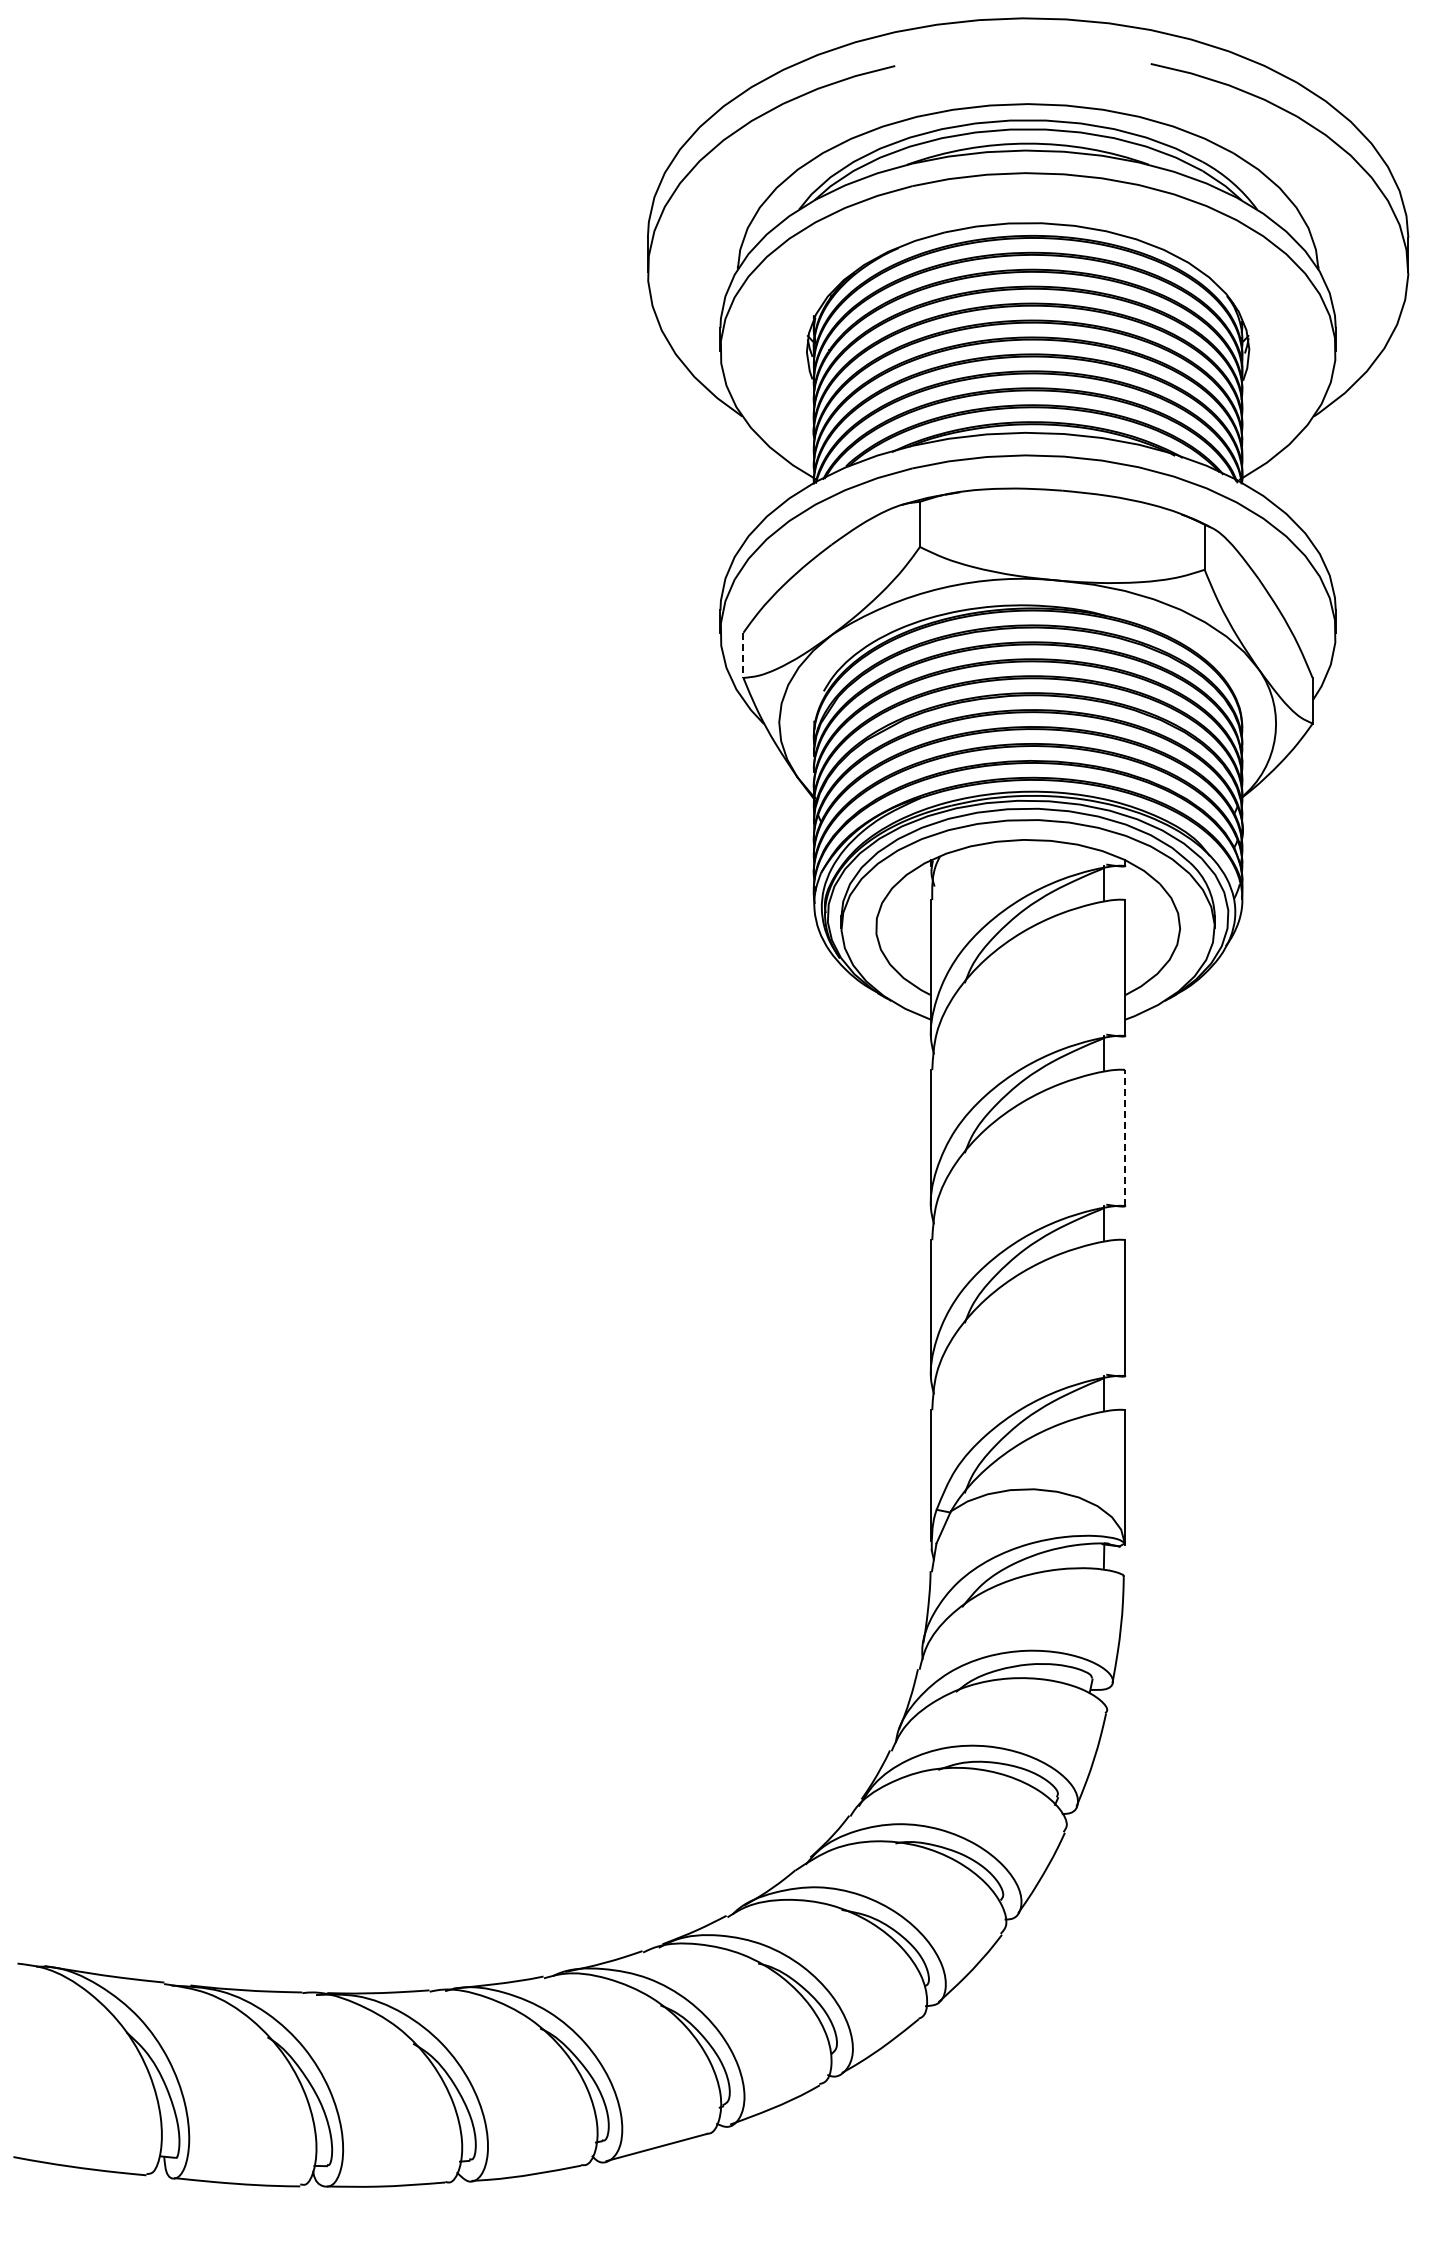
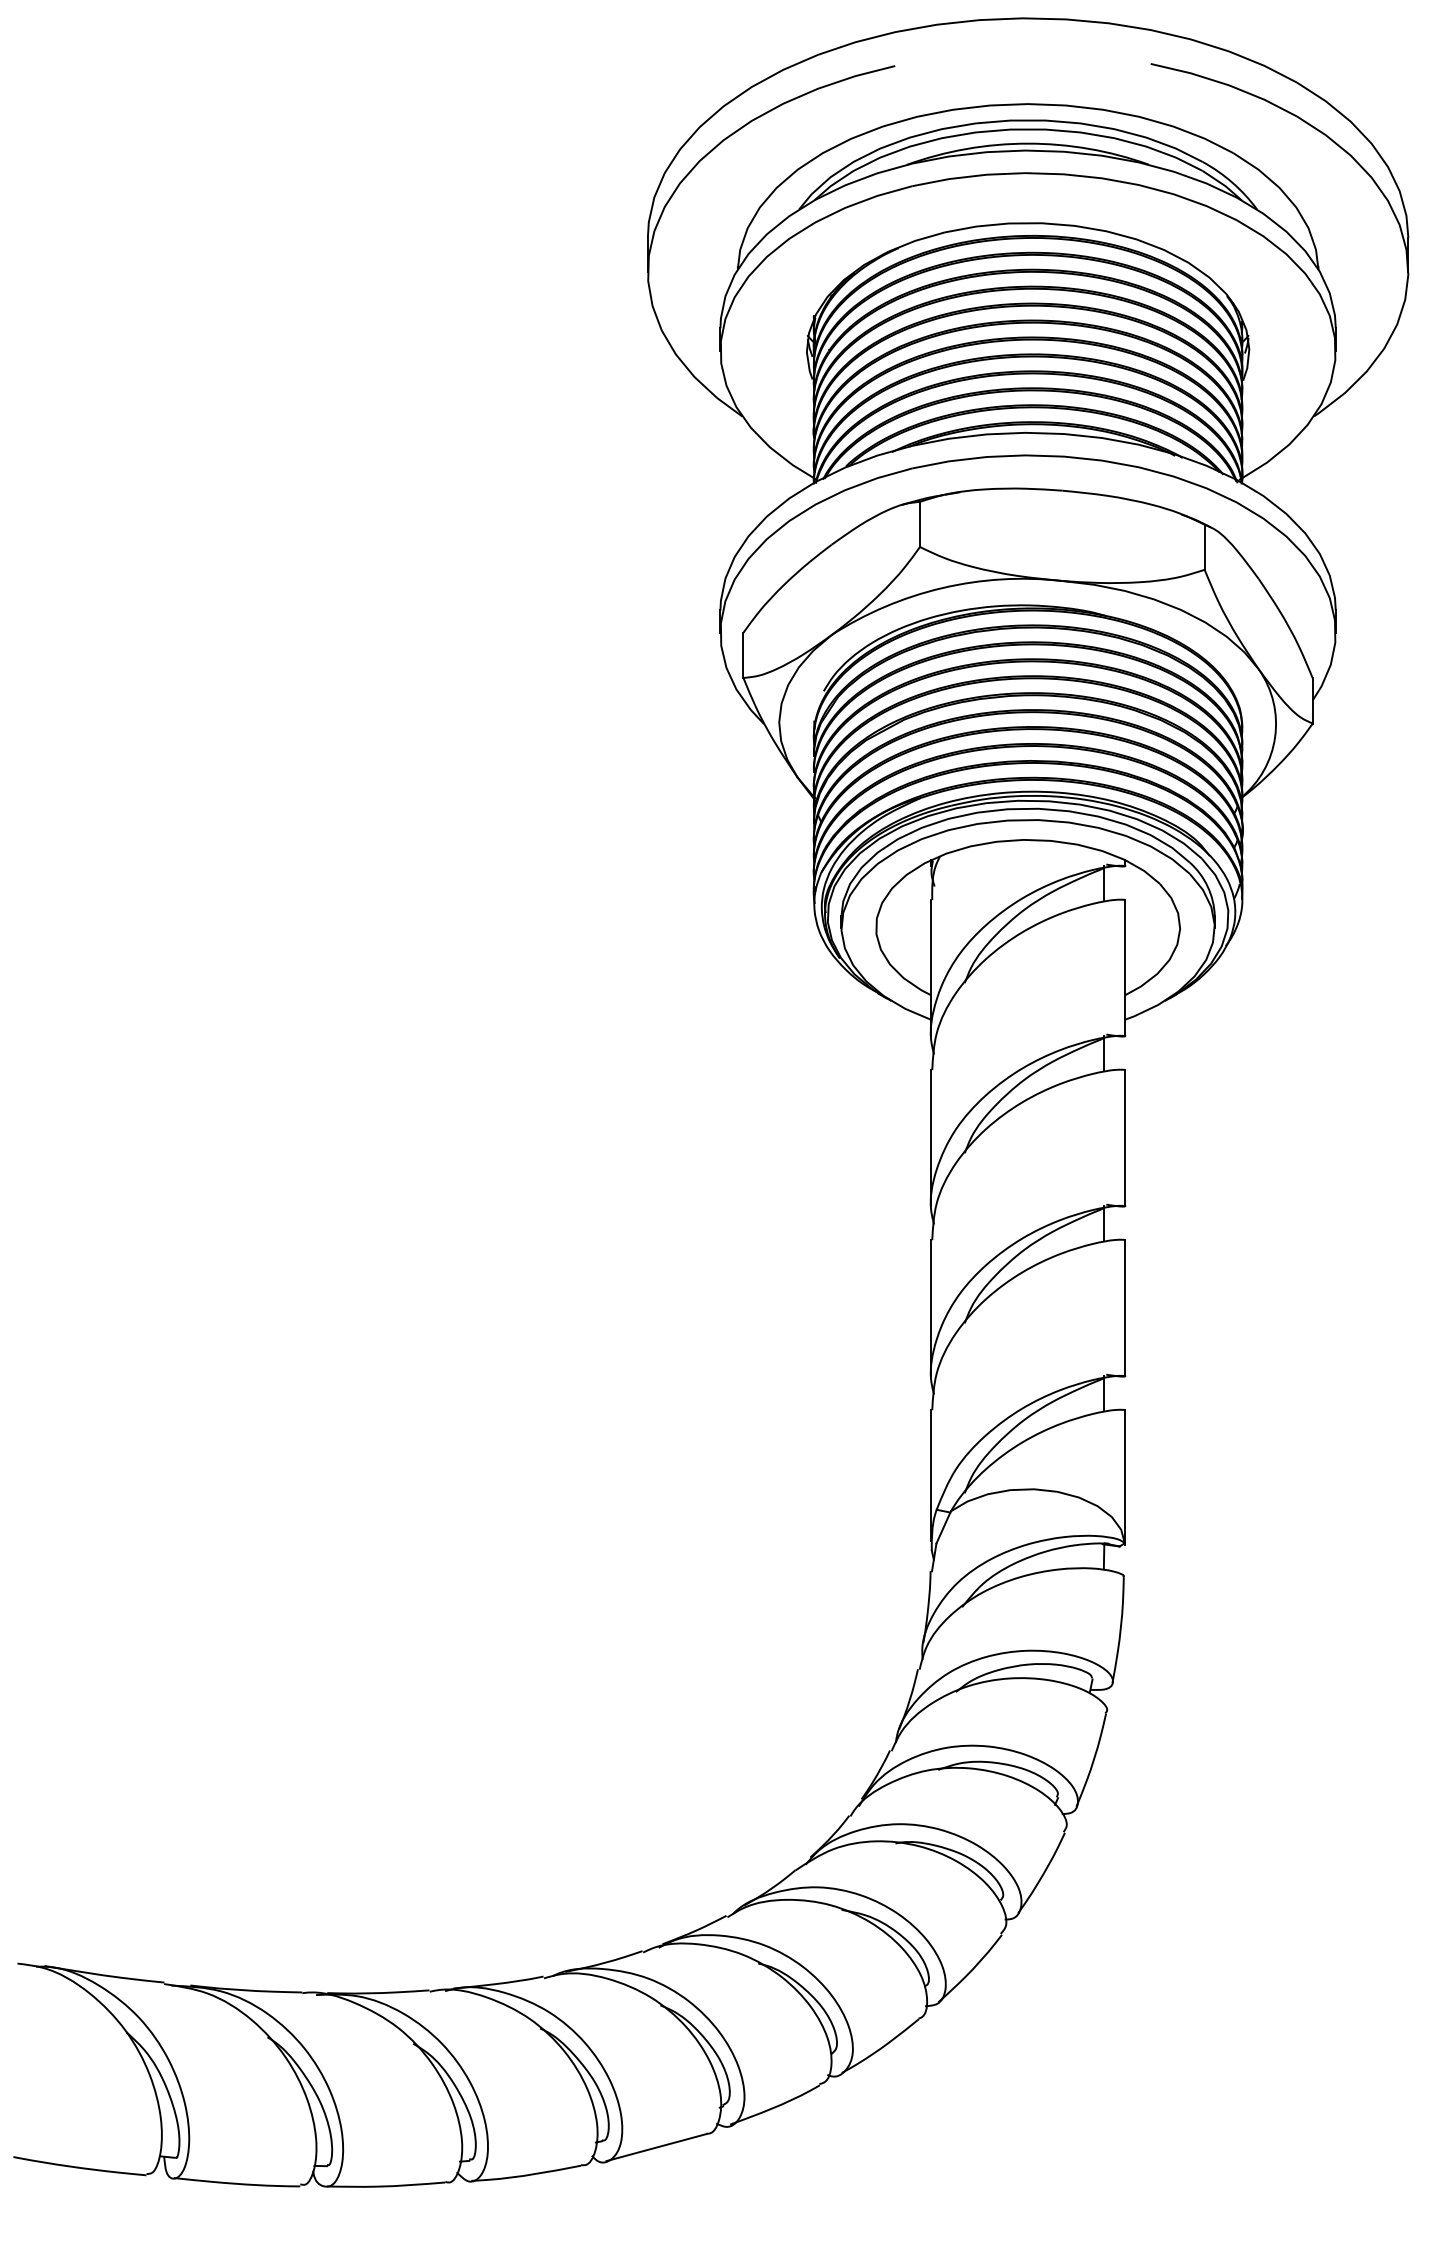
line at (743, 655): dashed -> solid
line at (1124, 1137): dashed -> solid
